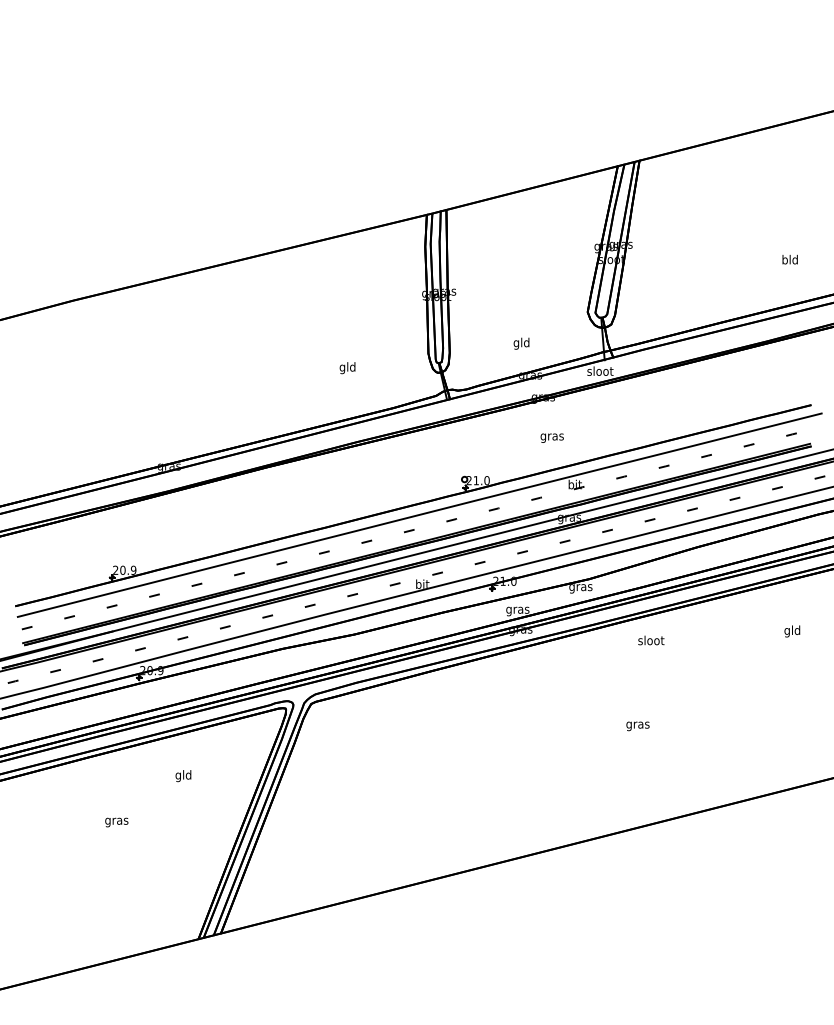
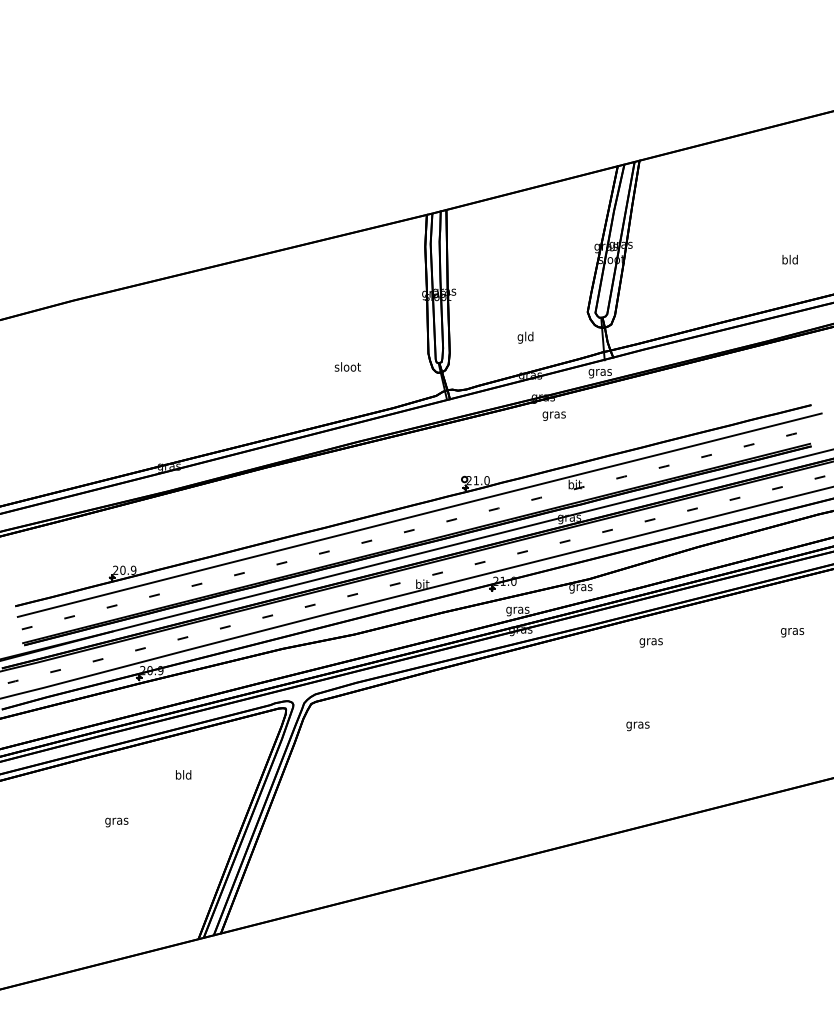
text at (521, 343) position: (521, 343) -> (525, 337)
text at (347, 368): gld -> sloot
text at (600, 372): sloot -> gras
text at (551, 437) position: (551, 437) -> (553, 415)
text at (792, 631): gld -> gras
text at (651, 641): sloot -> gras
text at (178, 776): gld -> bld
